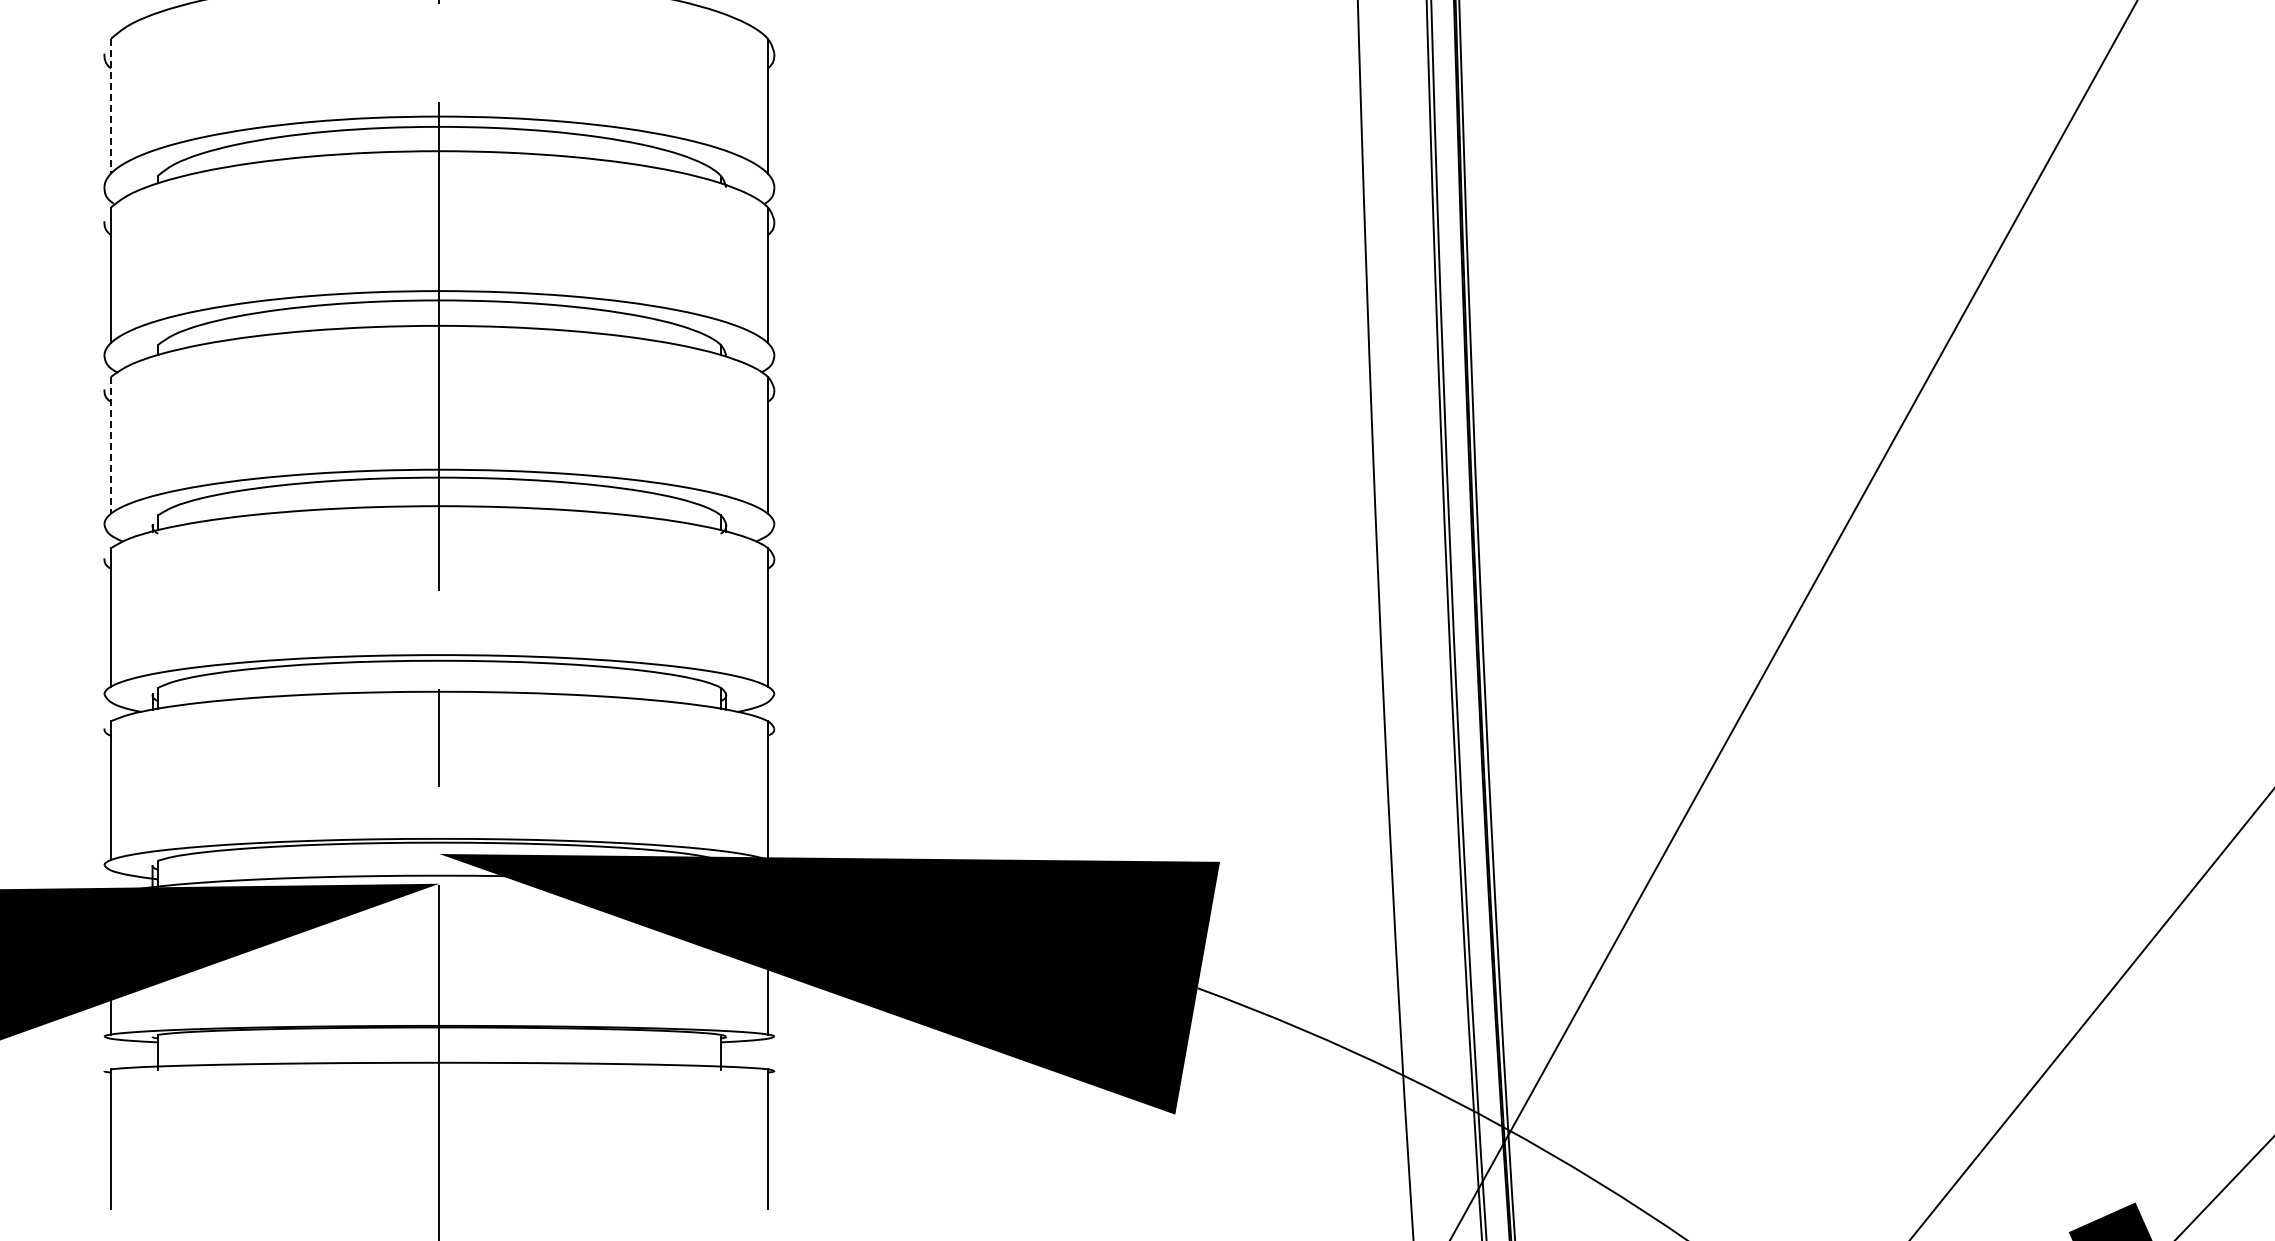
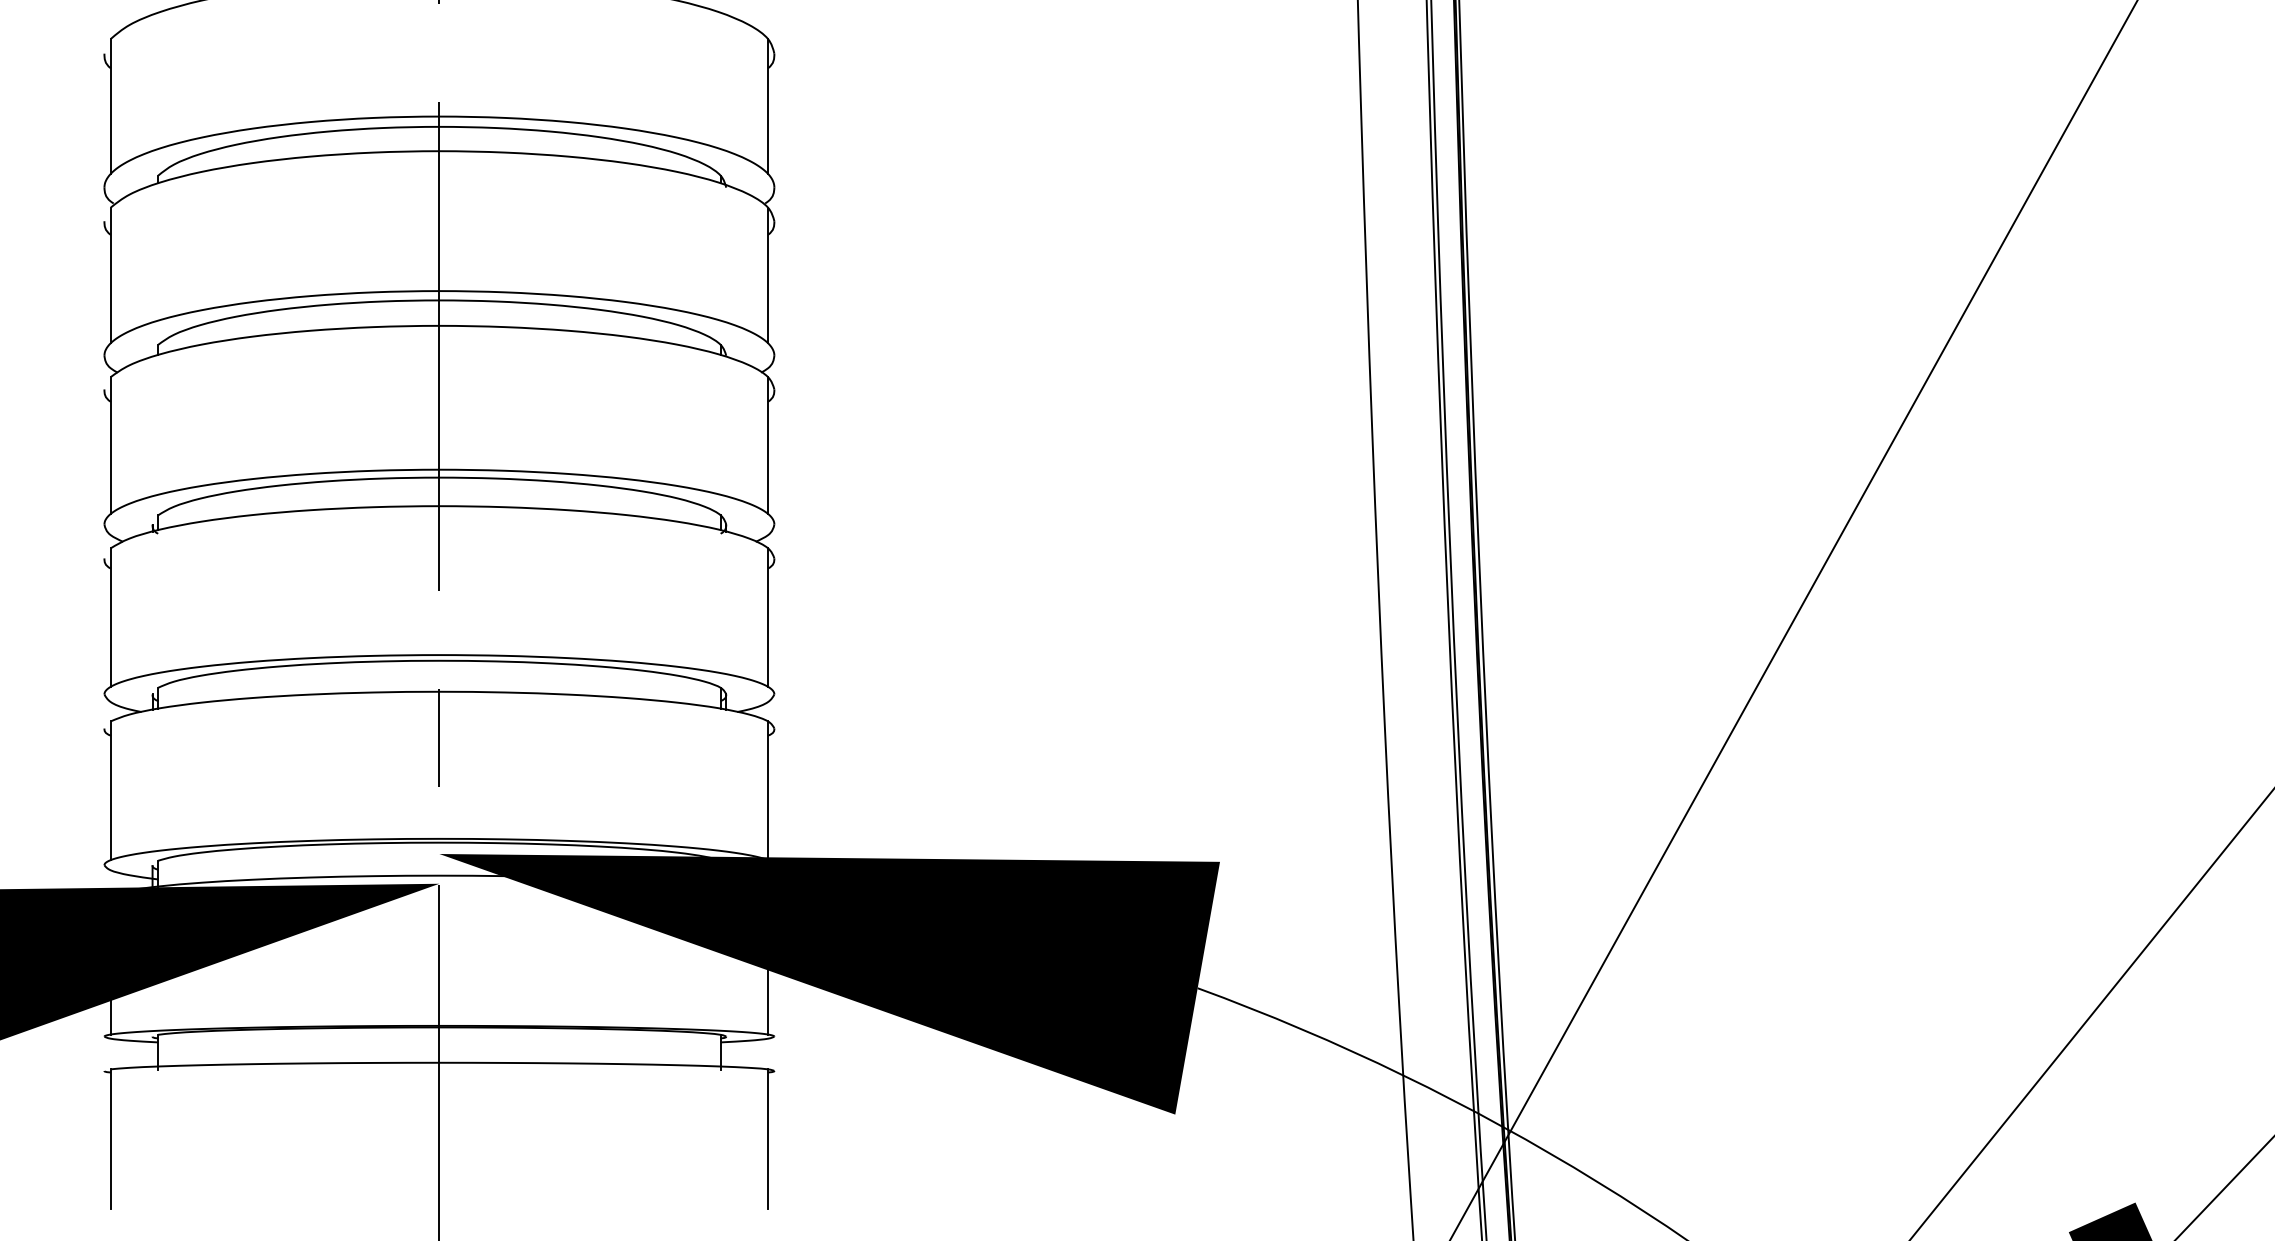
line at (110, 106): dashed -> solid
line at (110, 445): dashed -> solid
